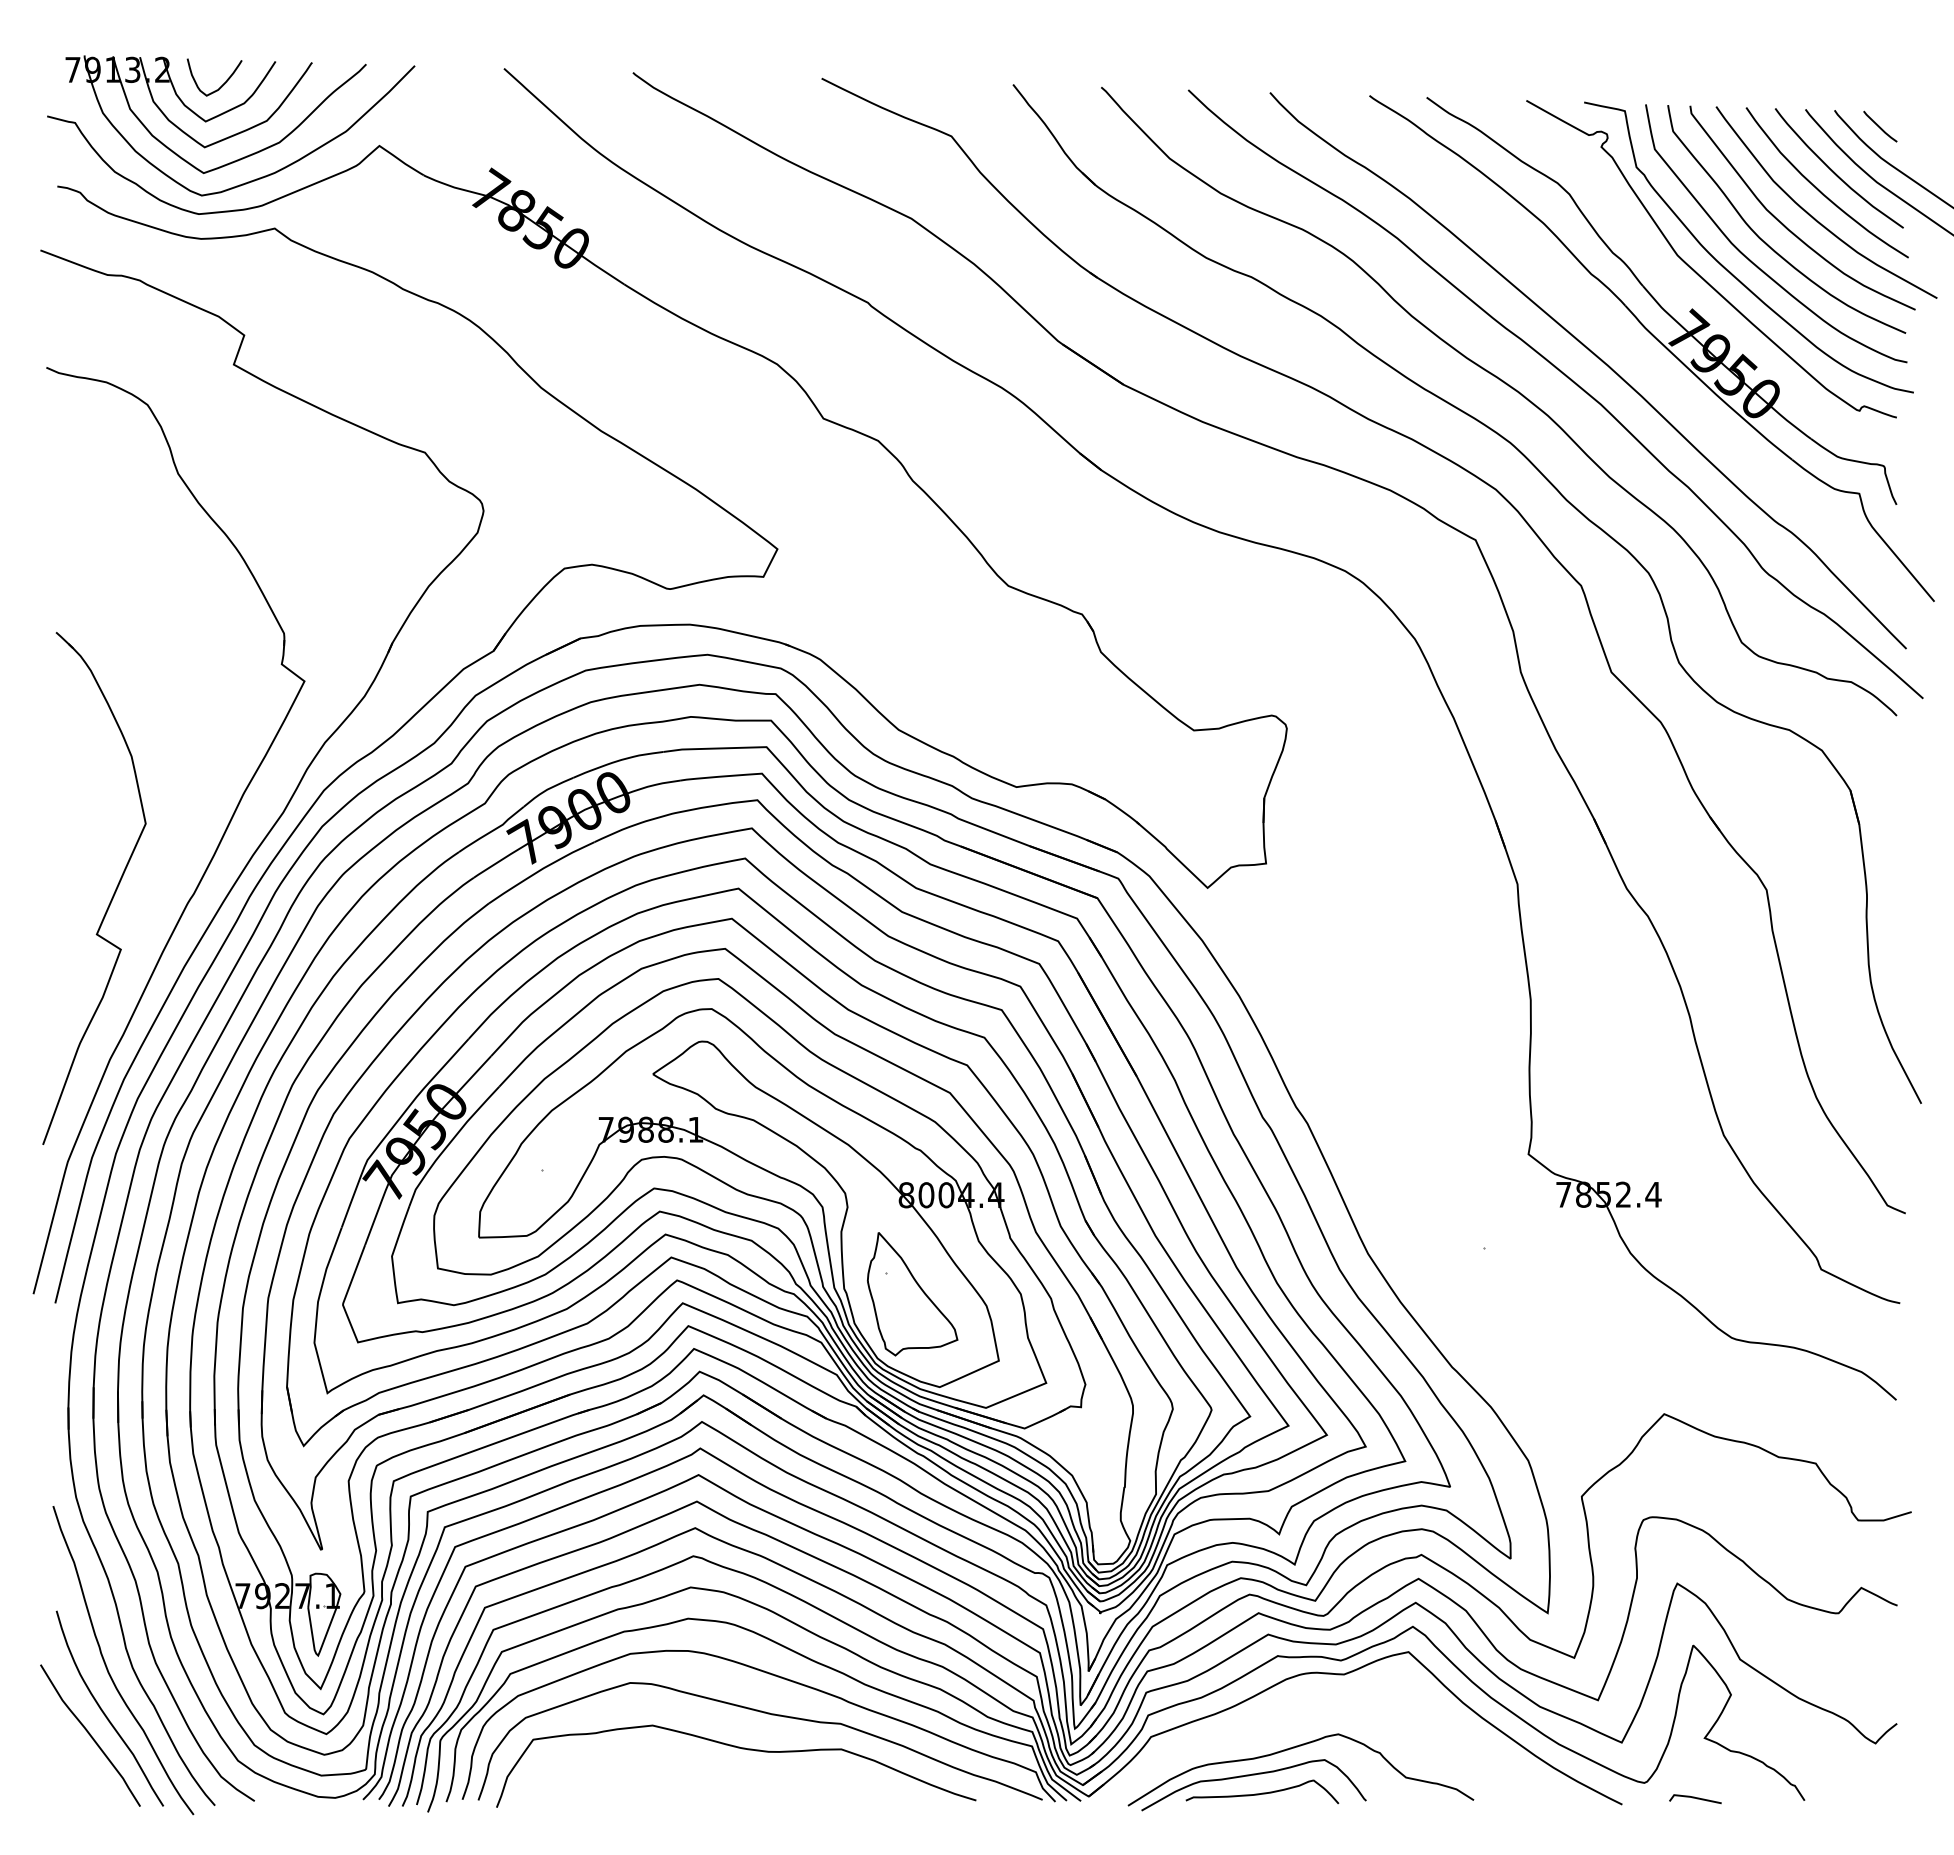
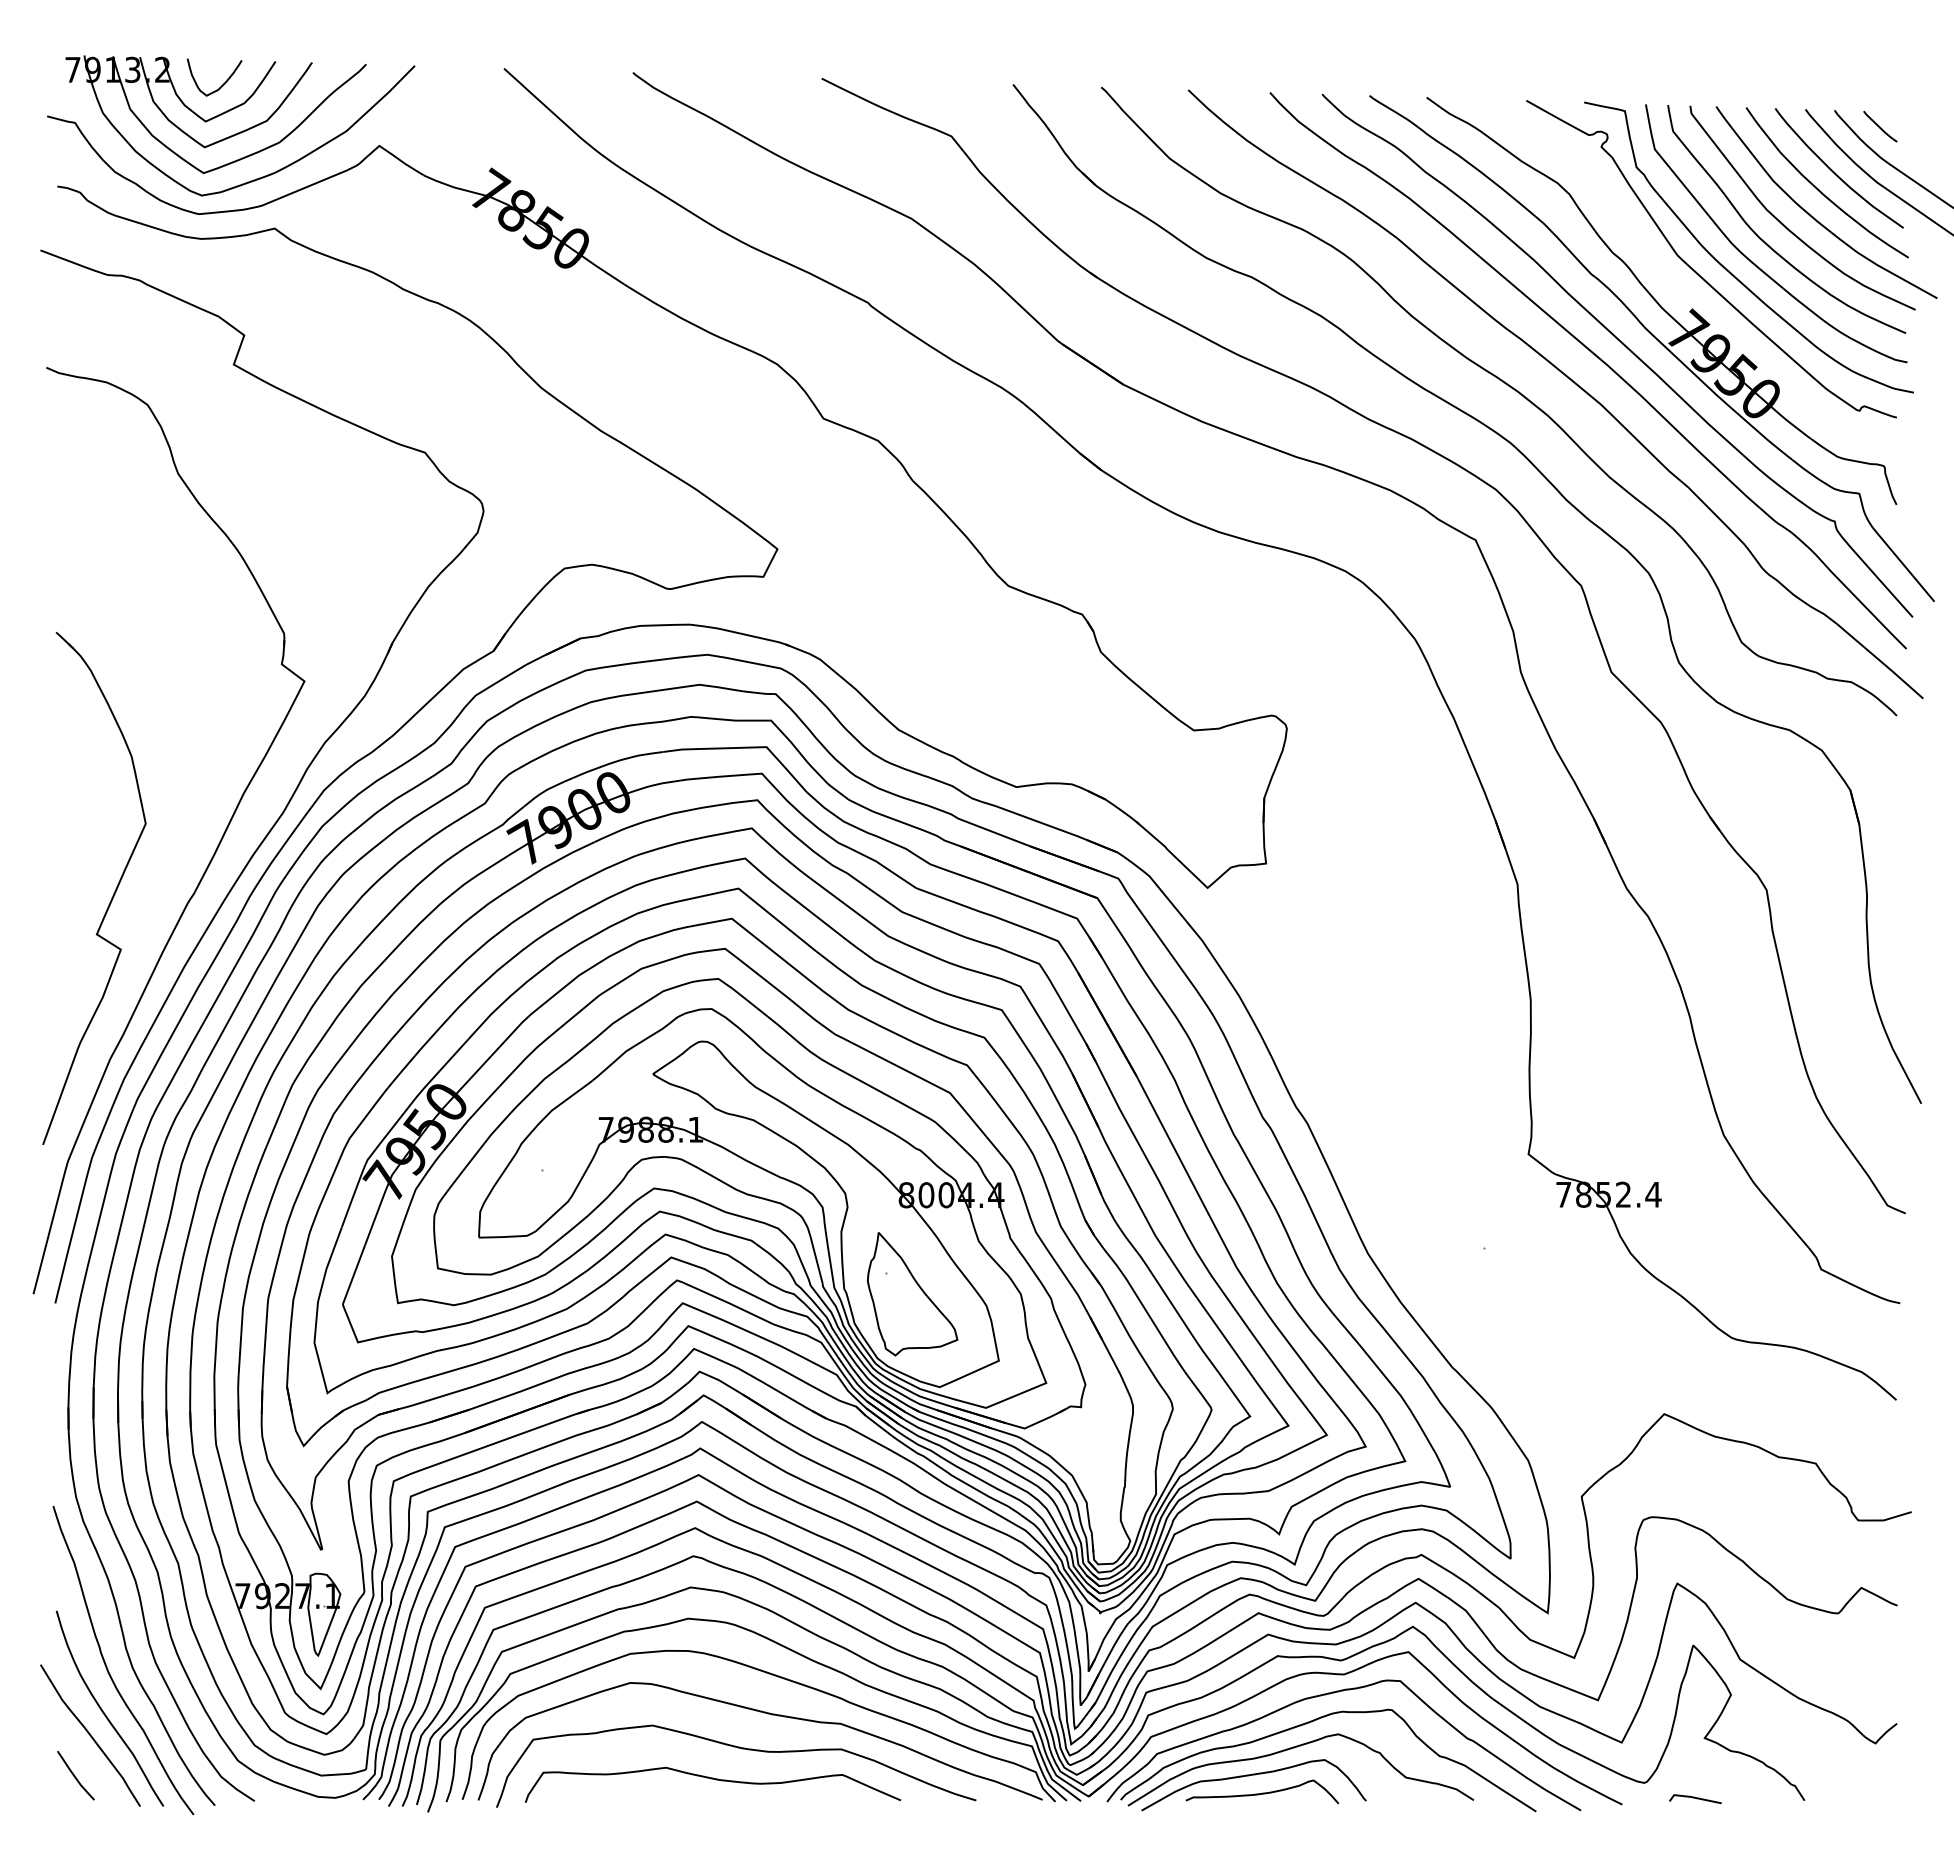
curve at (1625, 347): none -> present
part at (1339, 1713): none -> present
curve at (75, 1775): none -> present
curve at (715, 1780): none -> present
